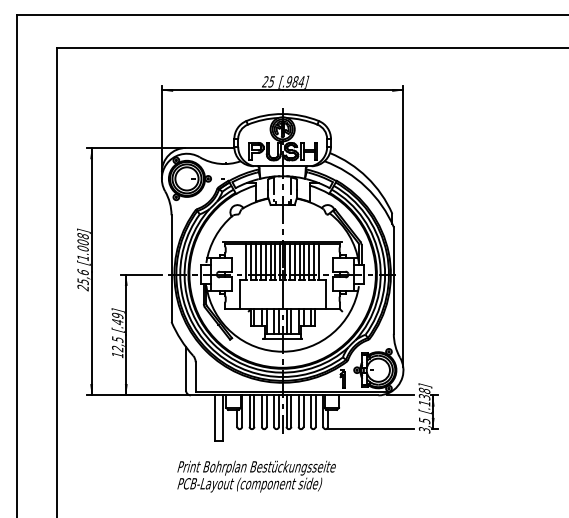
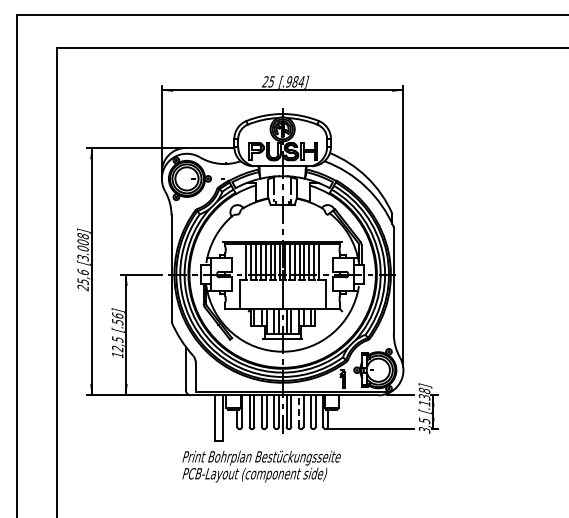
text at (82, 257): [1.008] -> [3.008]
text at (117, 318): [.49] -> [.56]
line at (298, 411): solid -> dashed
text at (256, 476) position: (256, 476) -> (261, 466)
